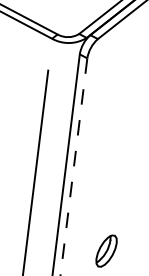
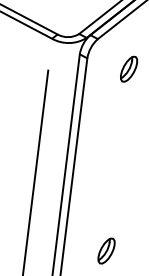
part at (129, 68): none -> present
line at (73, 167): dashed -> solid
part at (106, 250) size: 23x34 px -> 19x28 px
